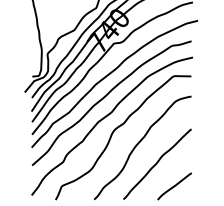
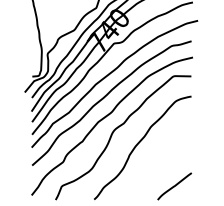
curve at (157, 163): present -> none
